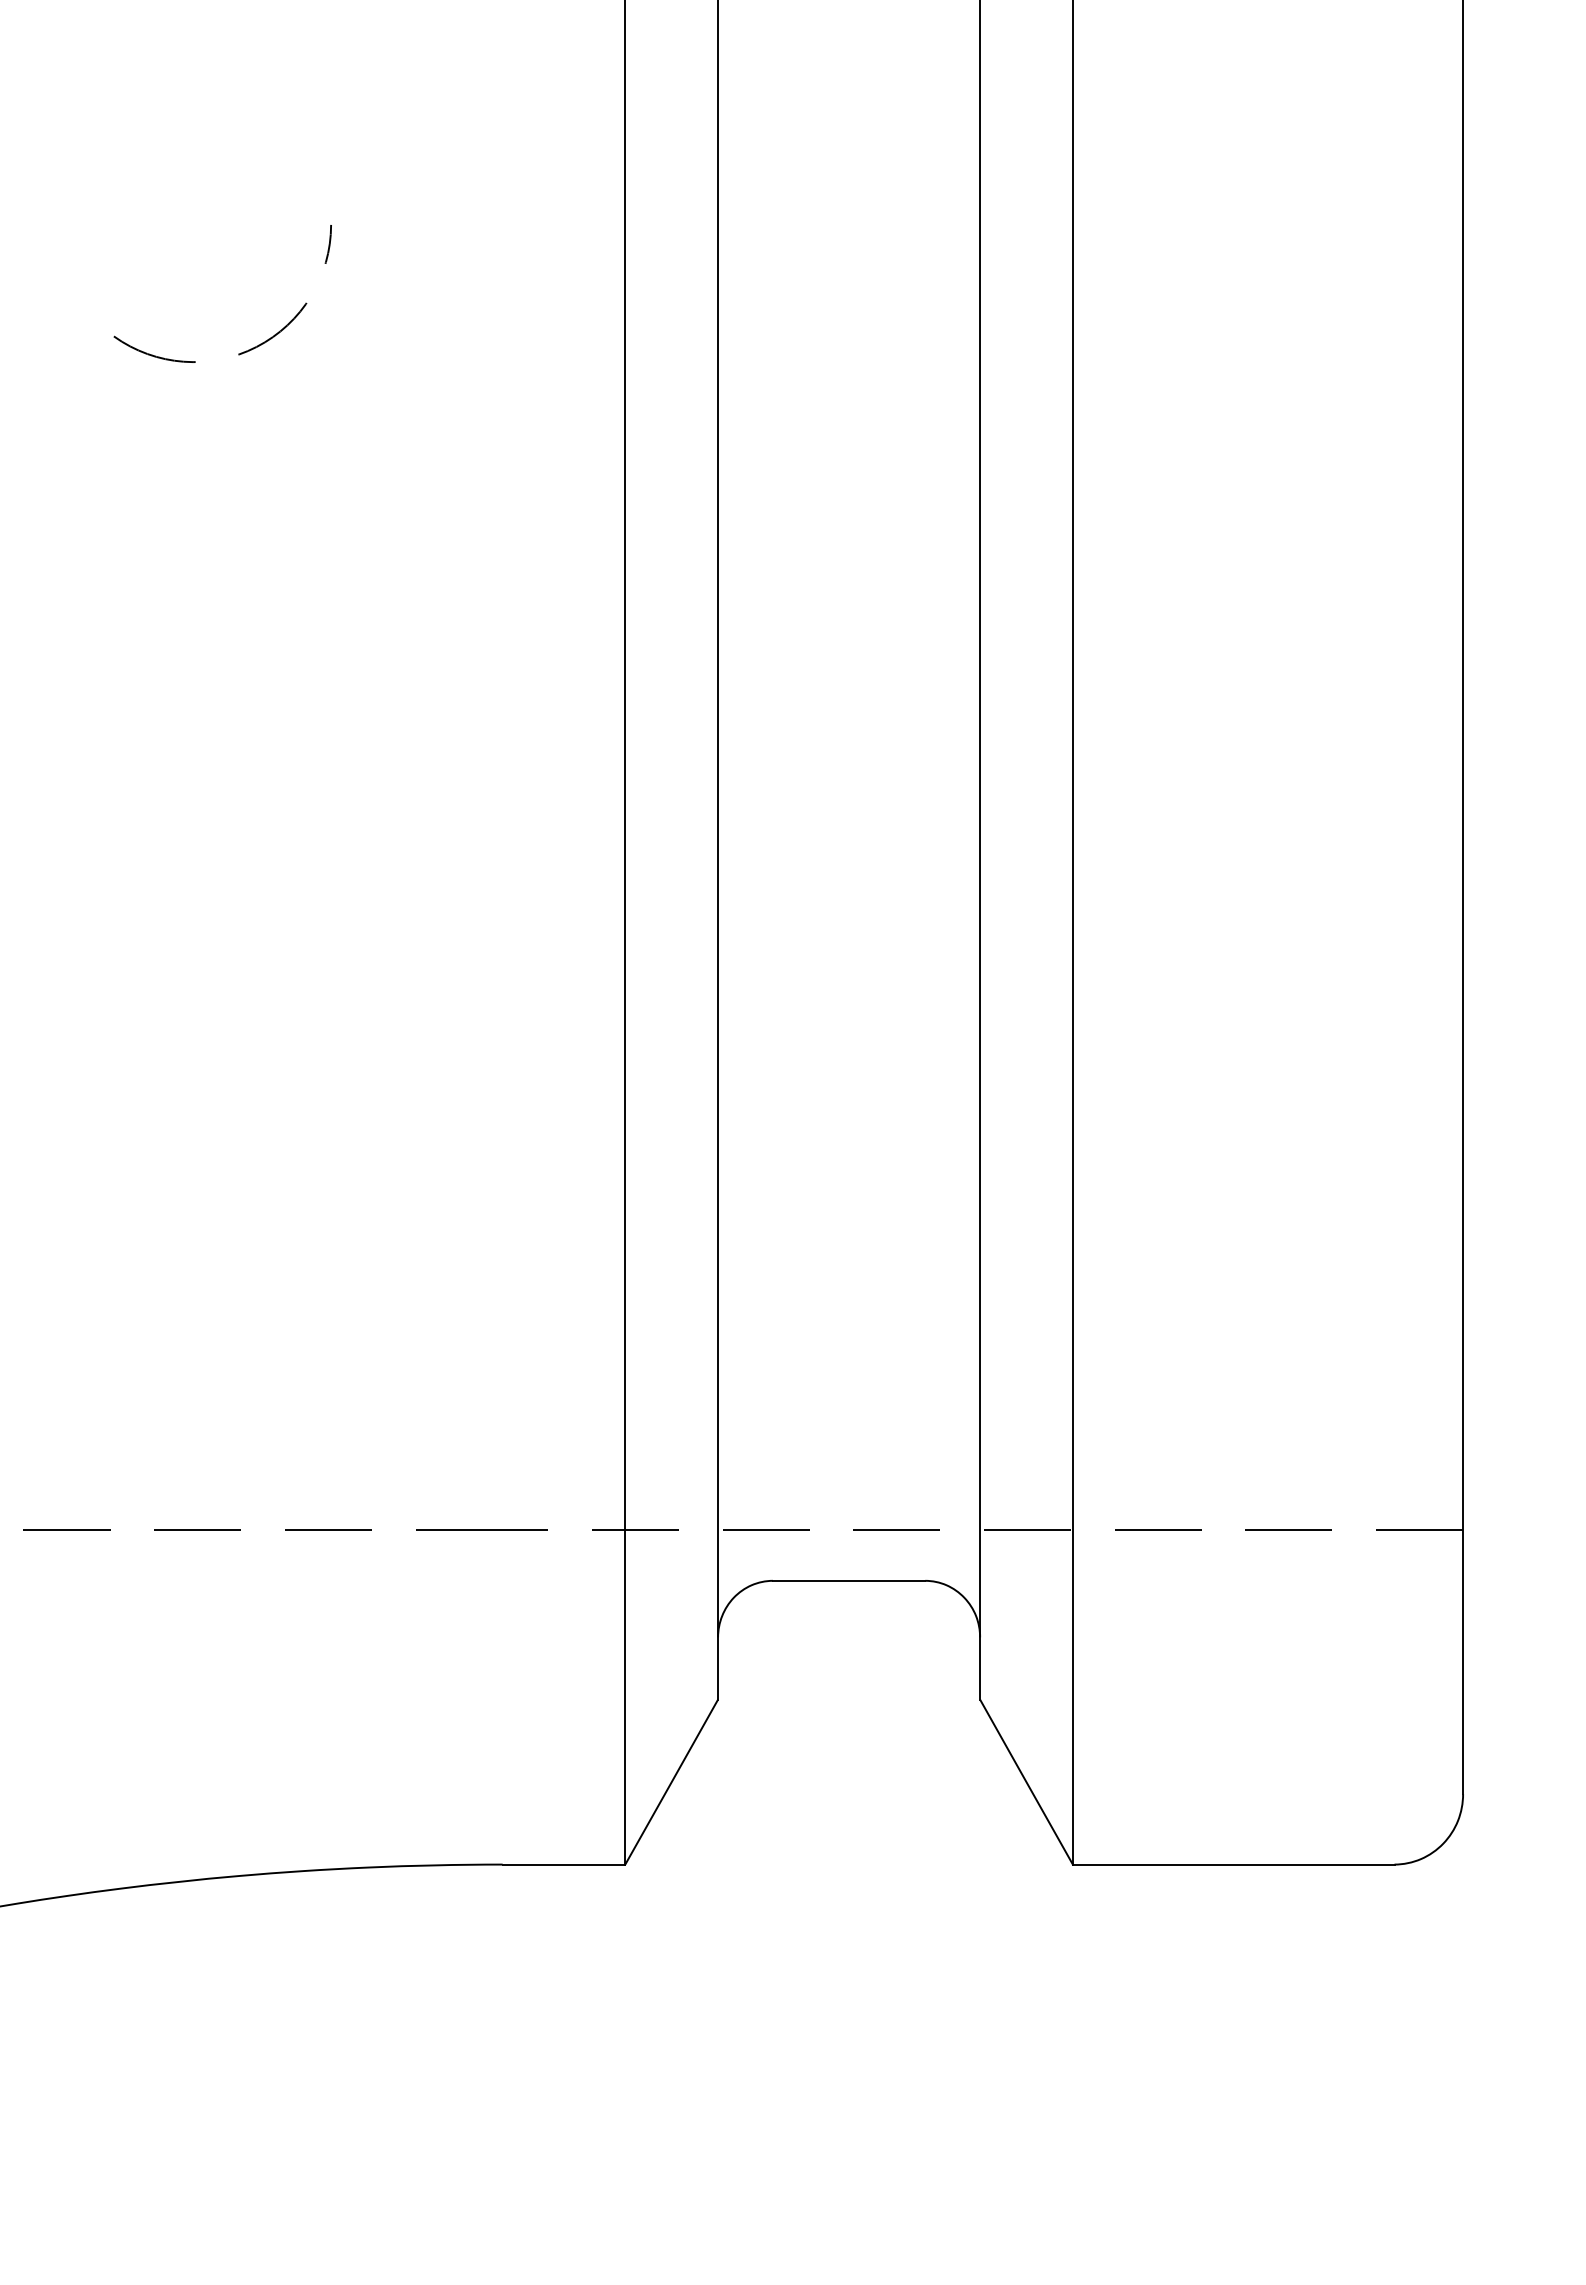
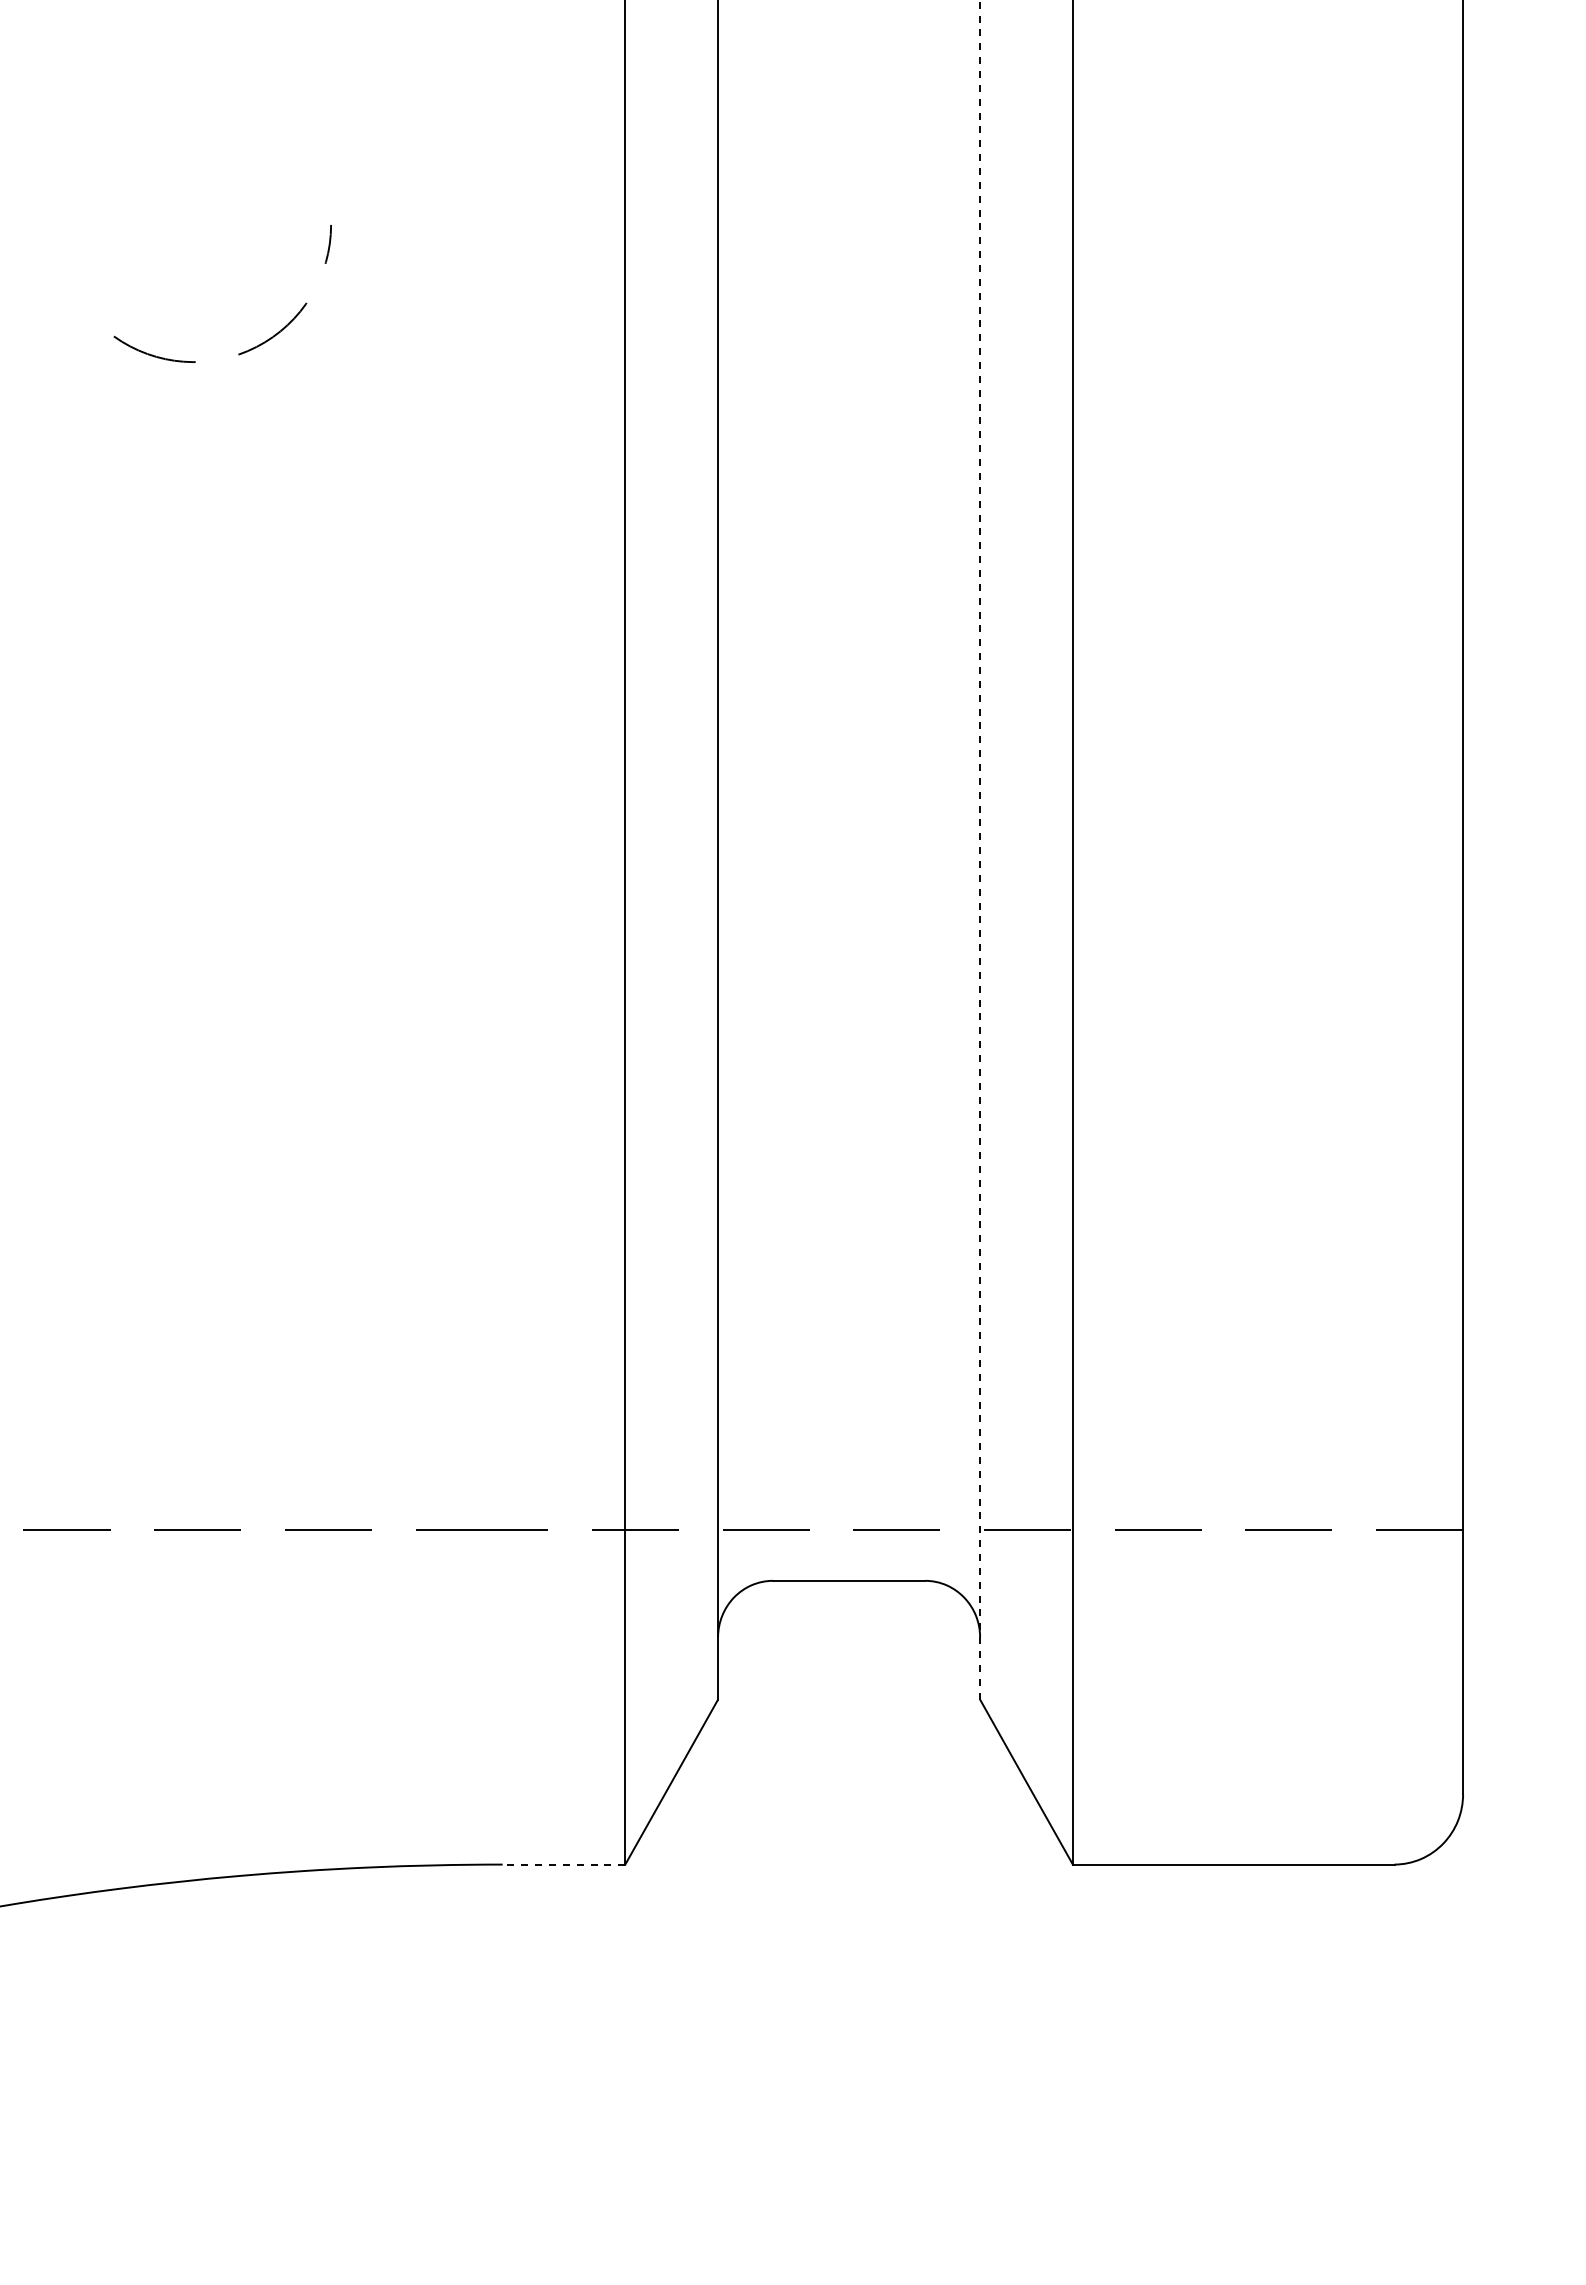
line at (980, 849): solid -> dashed
line at (563, 1864): solid -> dashed
